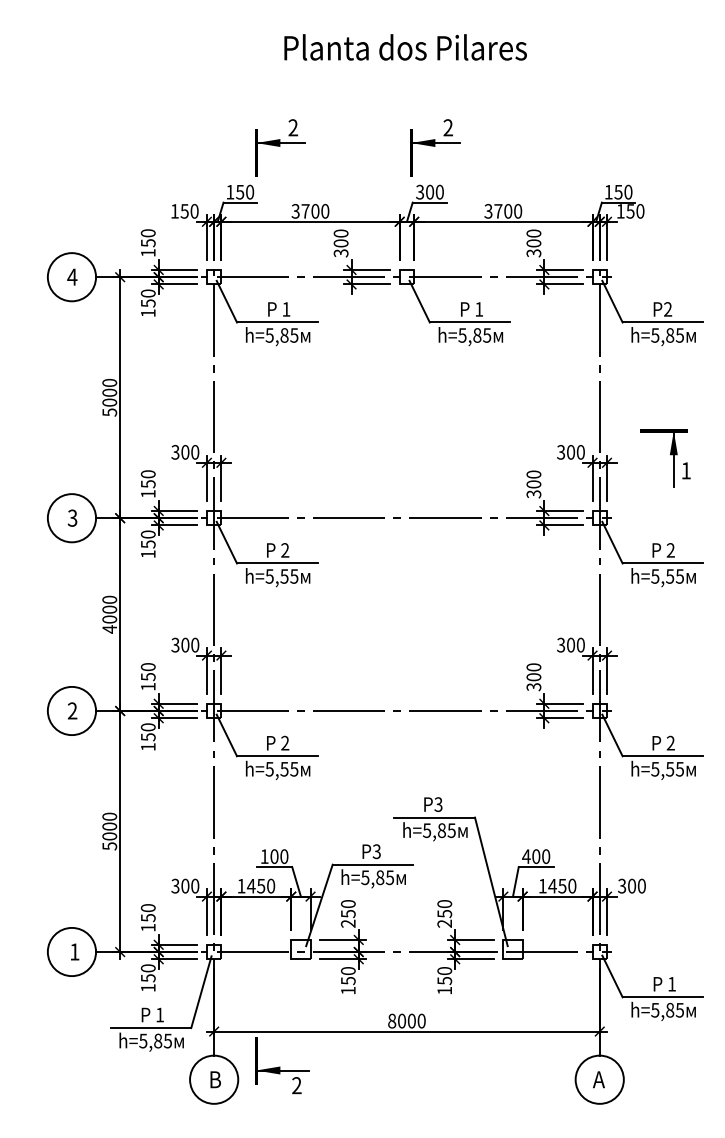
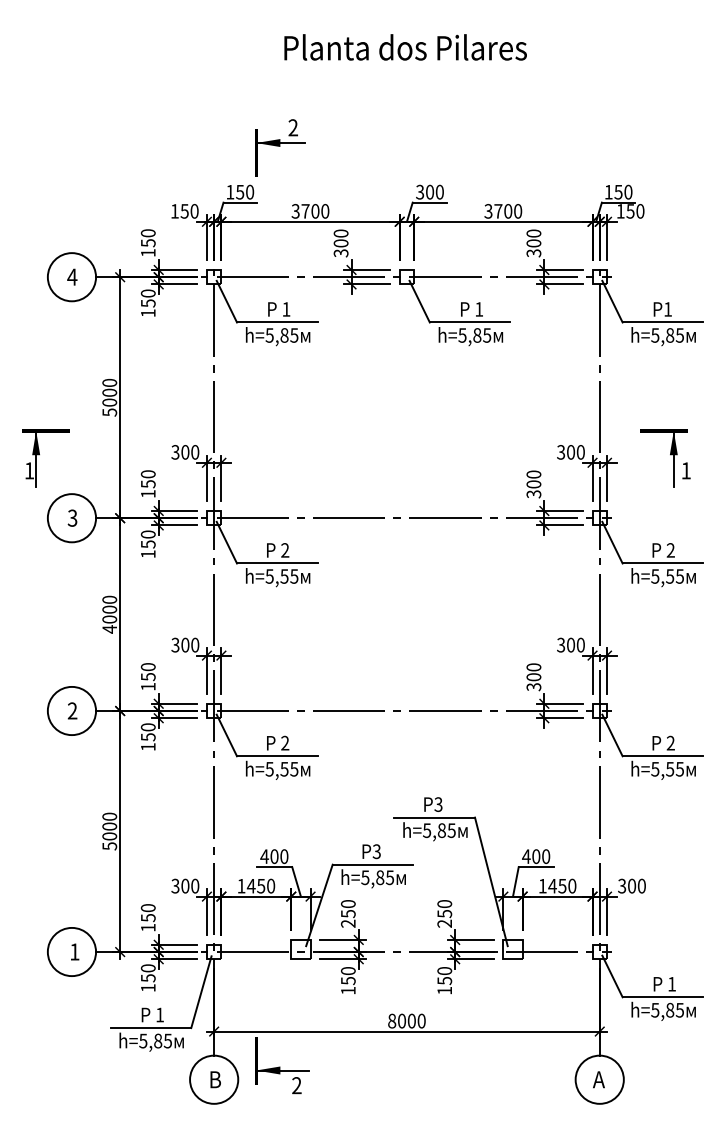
part at (435, 147): present -> none
text at (668, 309): P2 -> P1
part at (39, 455): none -> present
text at (264, 856): 100 -> 400
